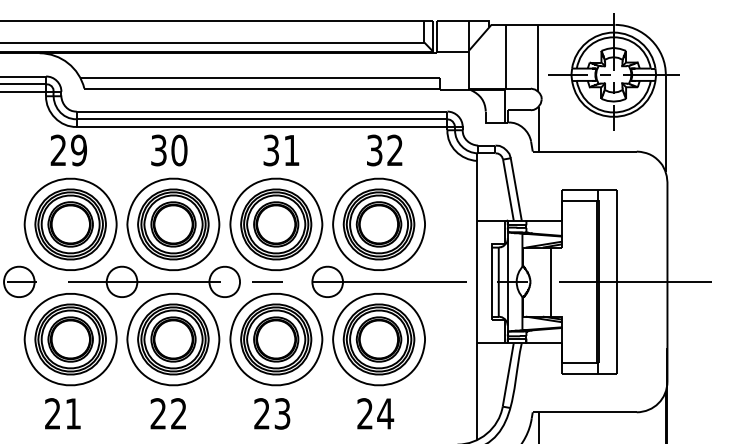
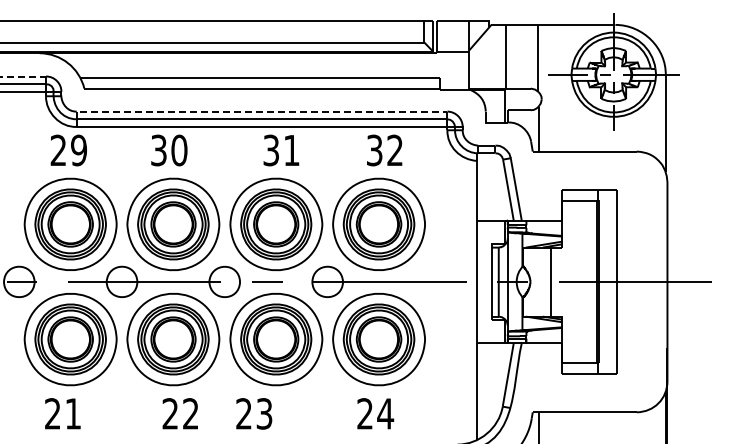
line at (23, 76): solid -> dashed
line at (257, 111): solid -> dashed
text at (167, 413) position: (167, 413) -> (179, 413)
text at (272, 413) position: (272, 413) -> (254, 413)
